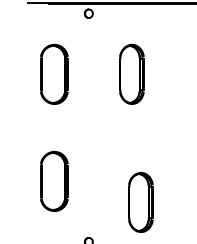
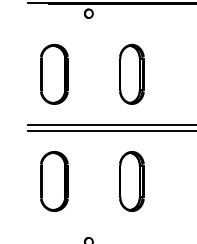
line at (110, 125): none -> present
line at (110, 130): none -> present
part at (140, 202) position: (140, 202) -> (131, 181)
